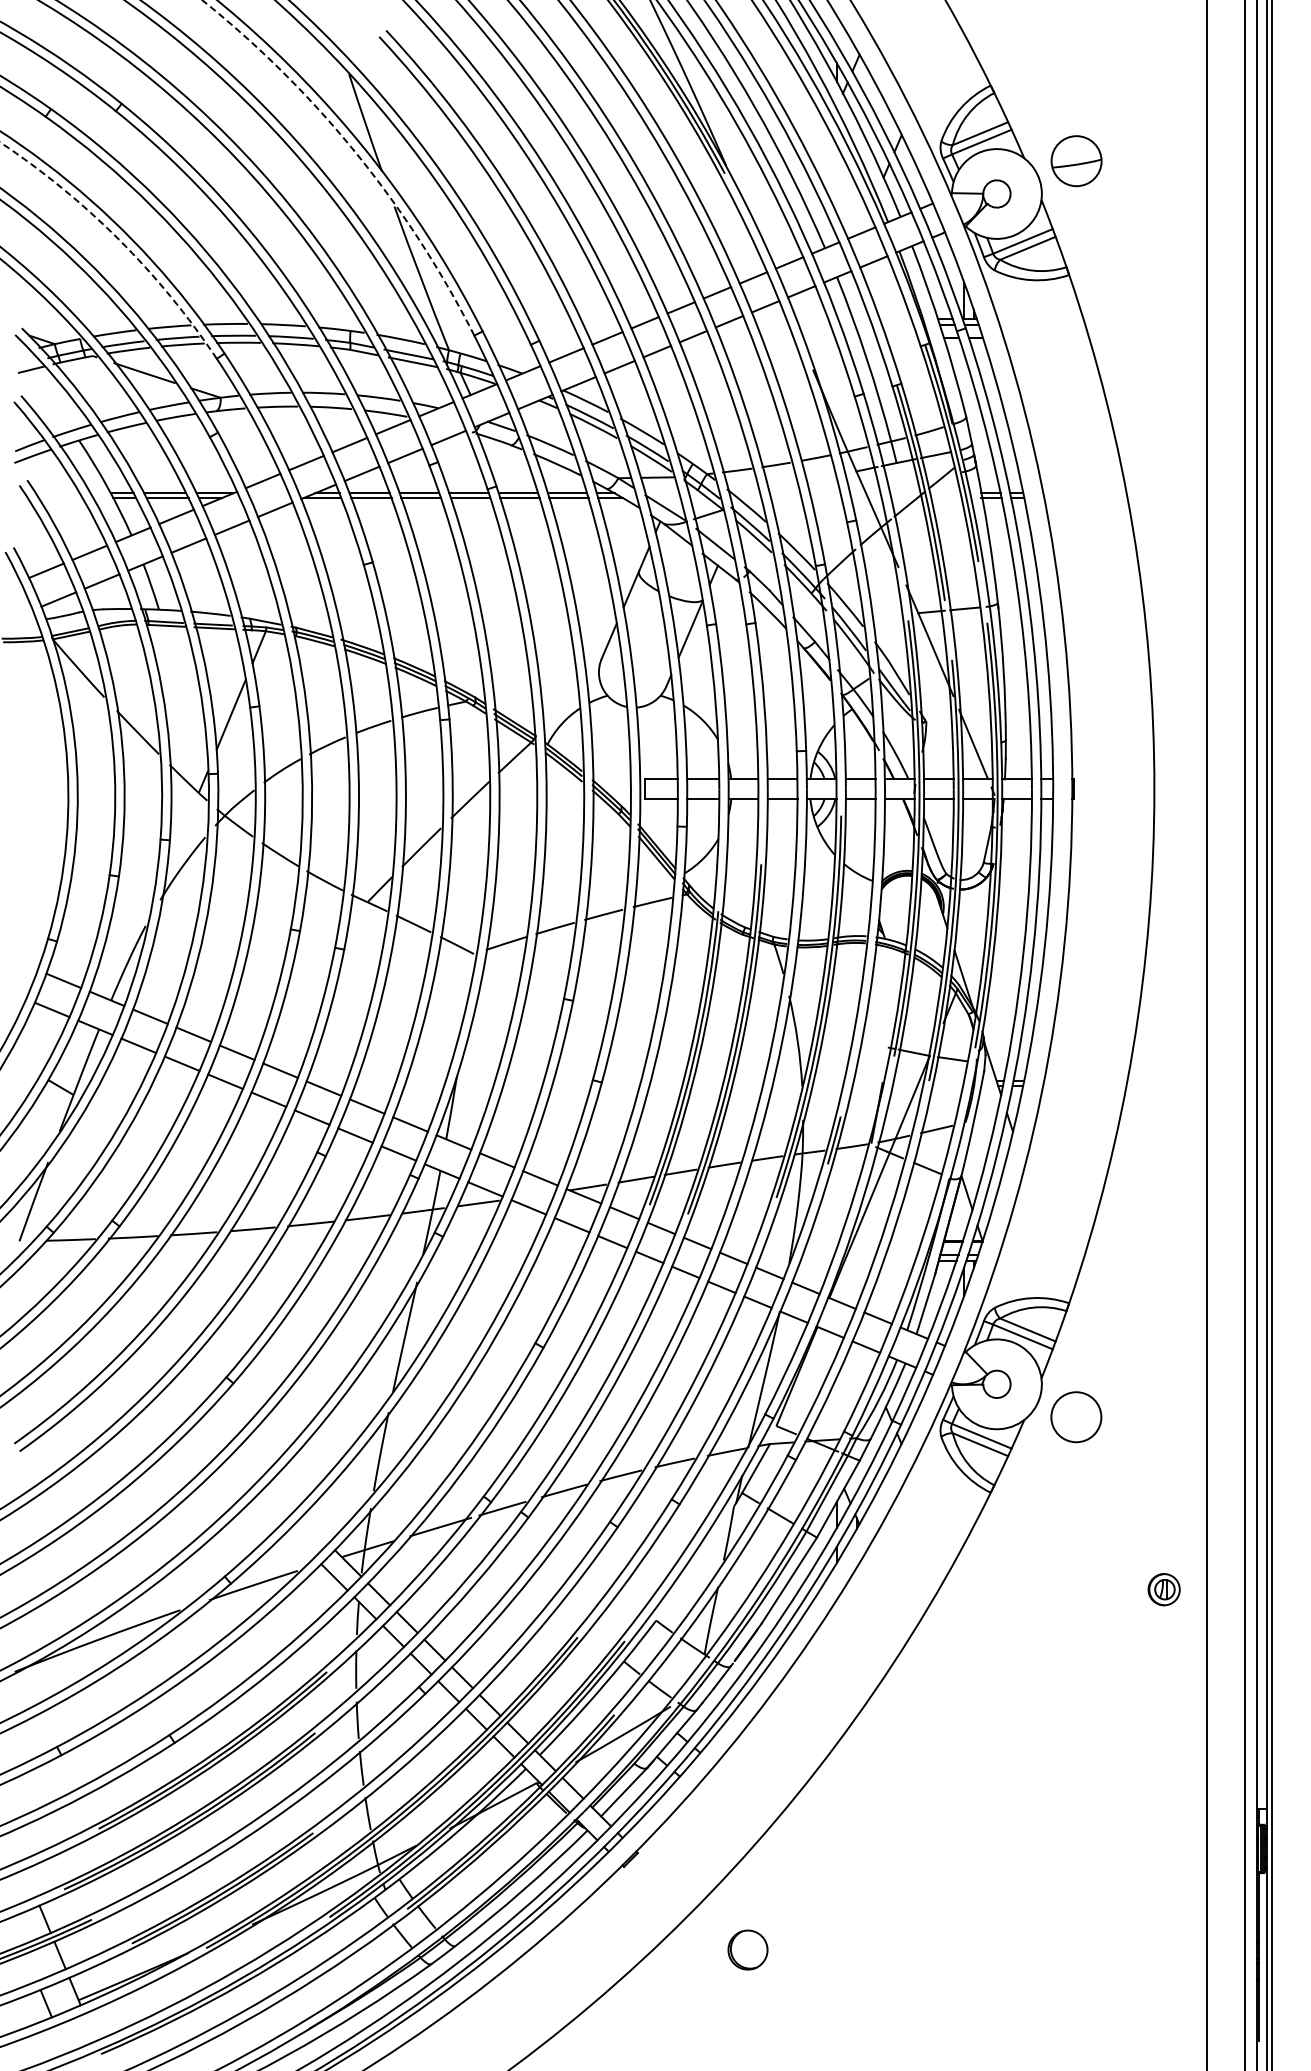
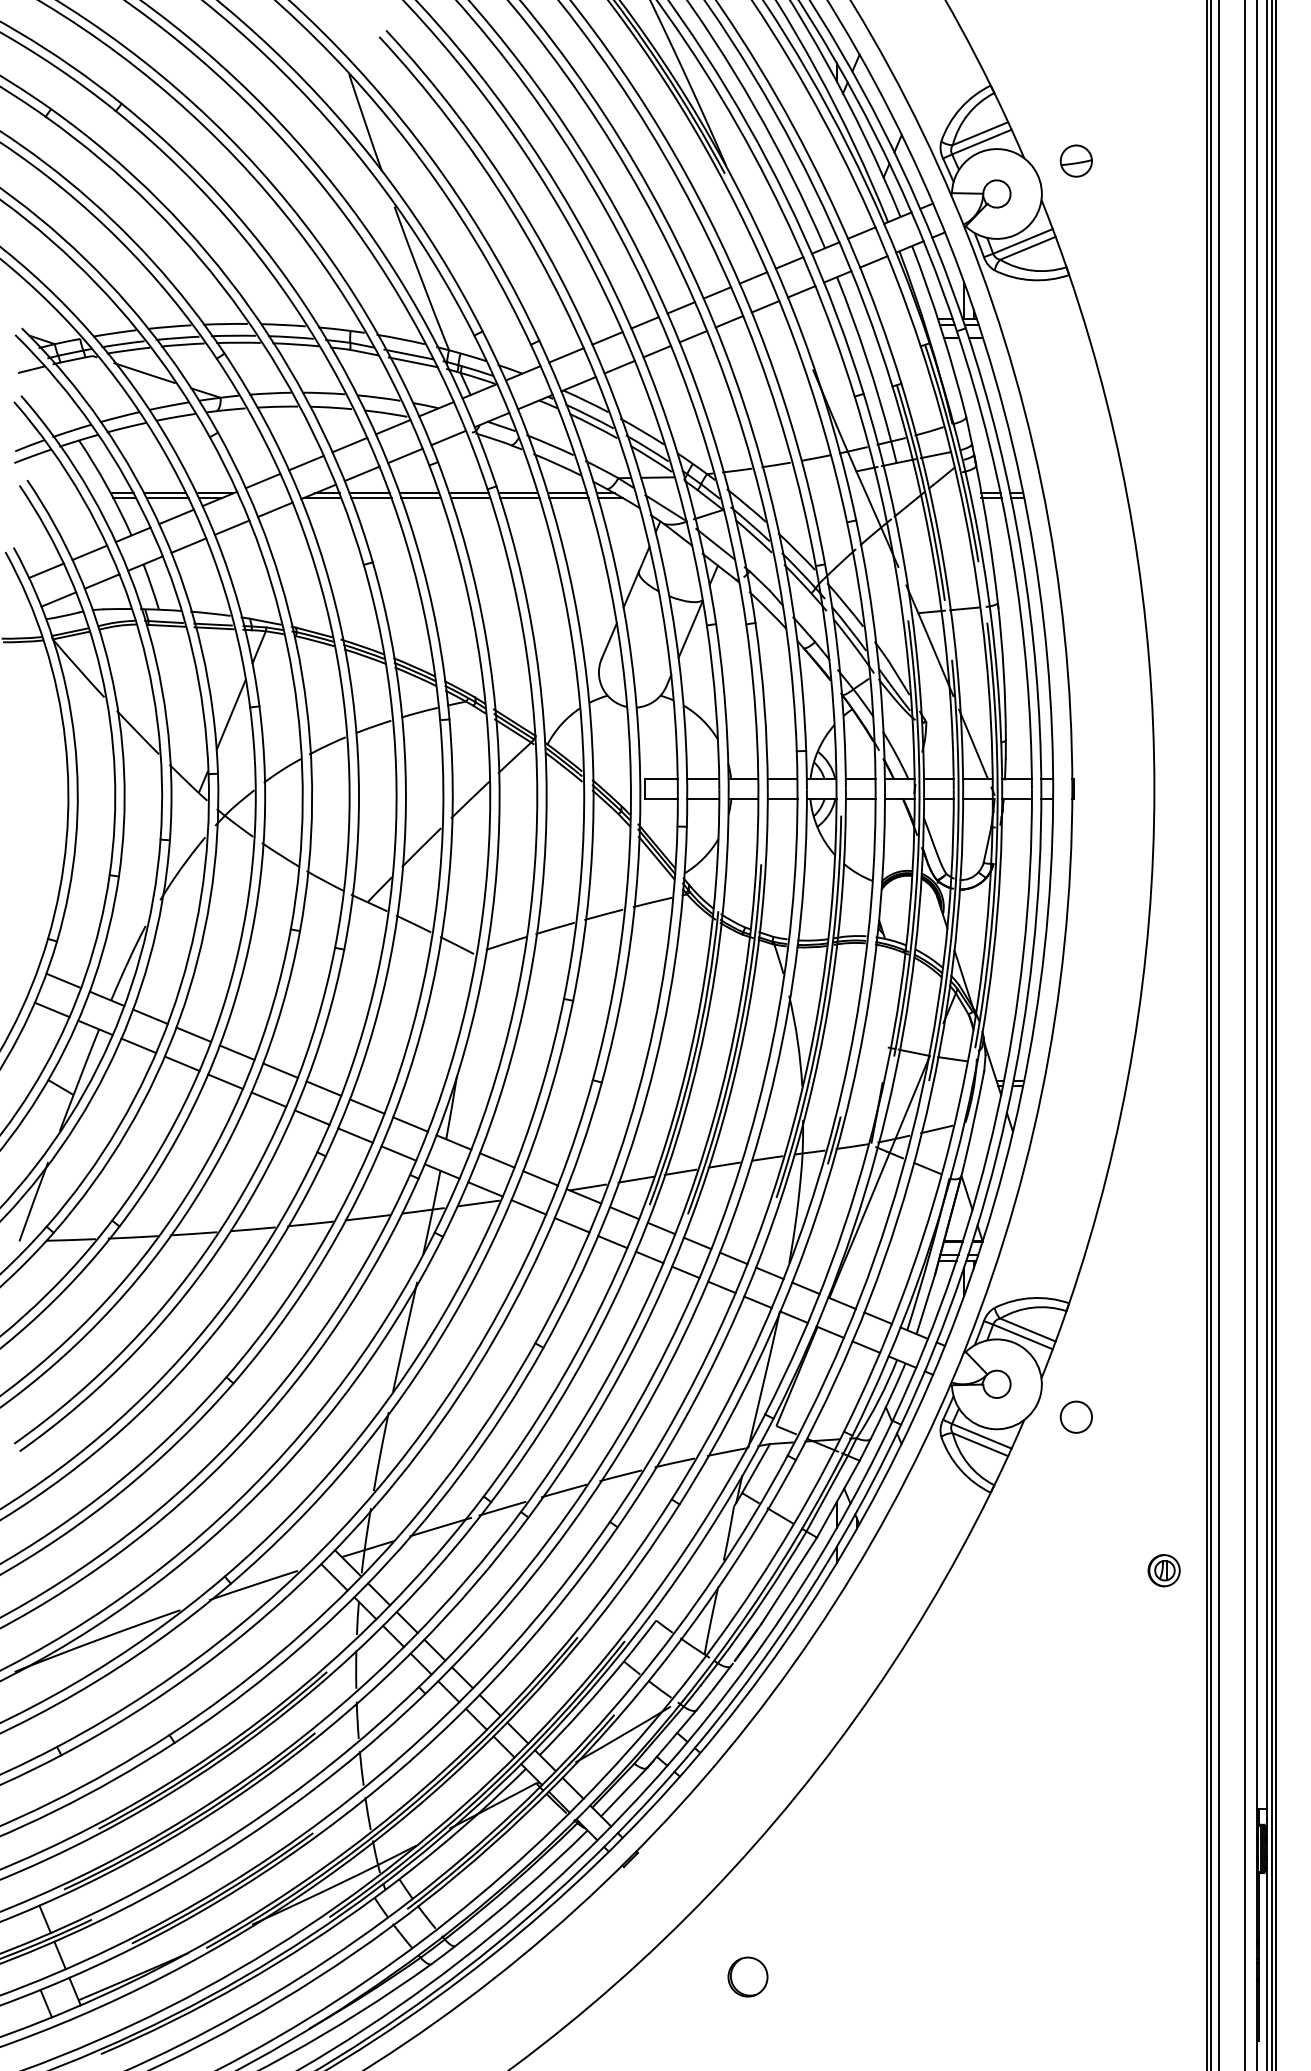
arc at (355, 152): dashed -> solid
part at (1076, 161) size: 53x53 px -> 34x34 px
arc at (118, 239): dashed -> solid
line at (1211, 1034): none -> present
line at (1218, 1034): none -> present
line at (1275, 1034): none -> present
circle at (1076, 1417) diameter: 50 px -> 31 px
part at (1163, 1589) position: (1163, 1589) -> (1163, 1570)
part at (747, 1949) position: (747, 1949) -> (747, 1976)
